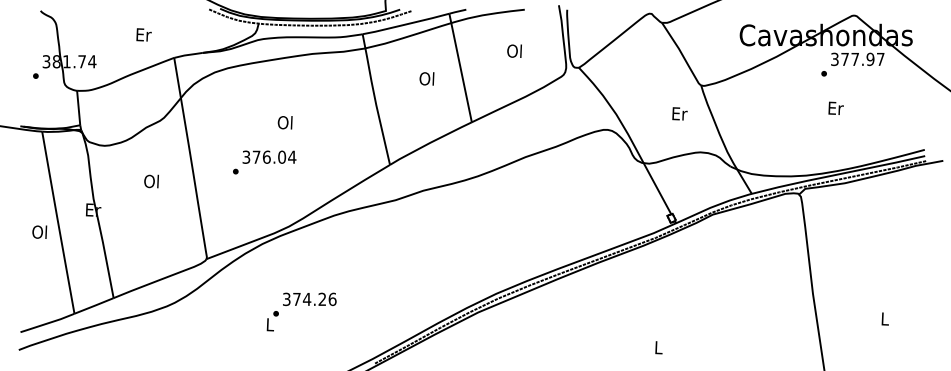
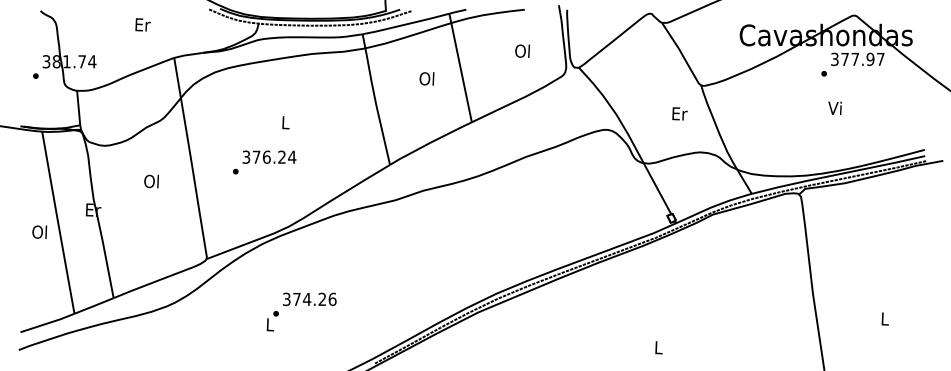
text at (143, 34) position: (143, 34) -> (142, 24)
text at (514, 50) position: (514, 50) -> (522, 50)
text at (835, 108): Er -> Vi
text at (284, 122): Ol -> L
text at (282, 156): 376.04 -> 376.24
